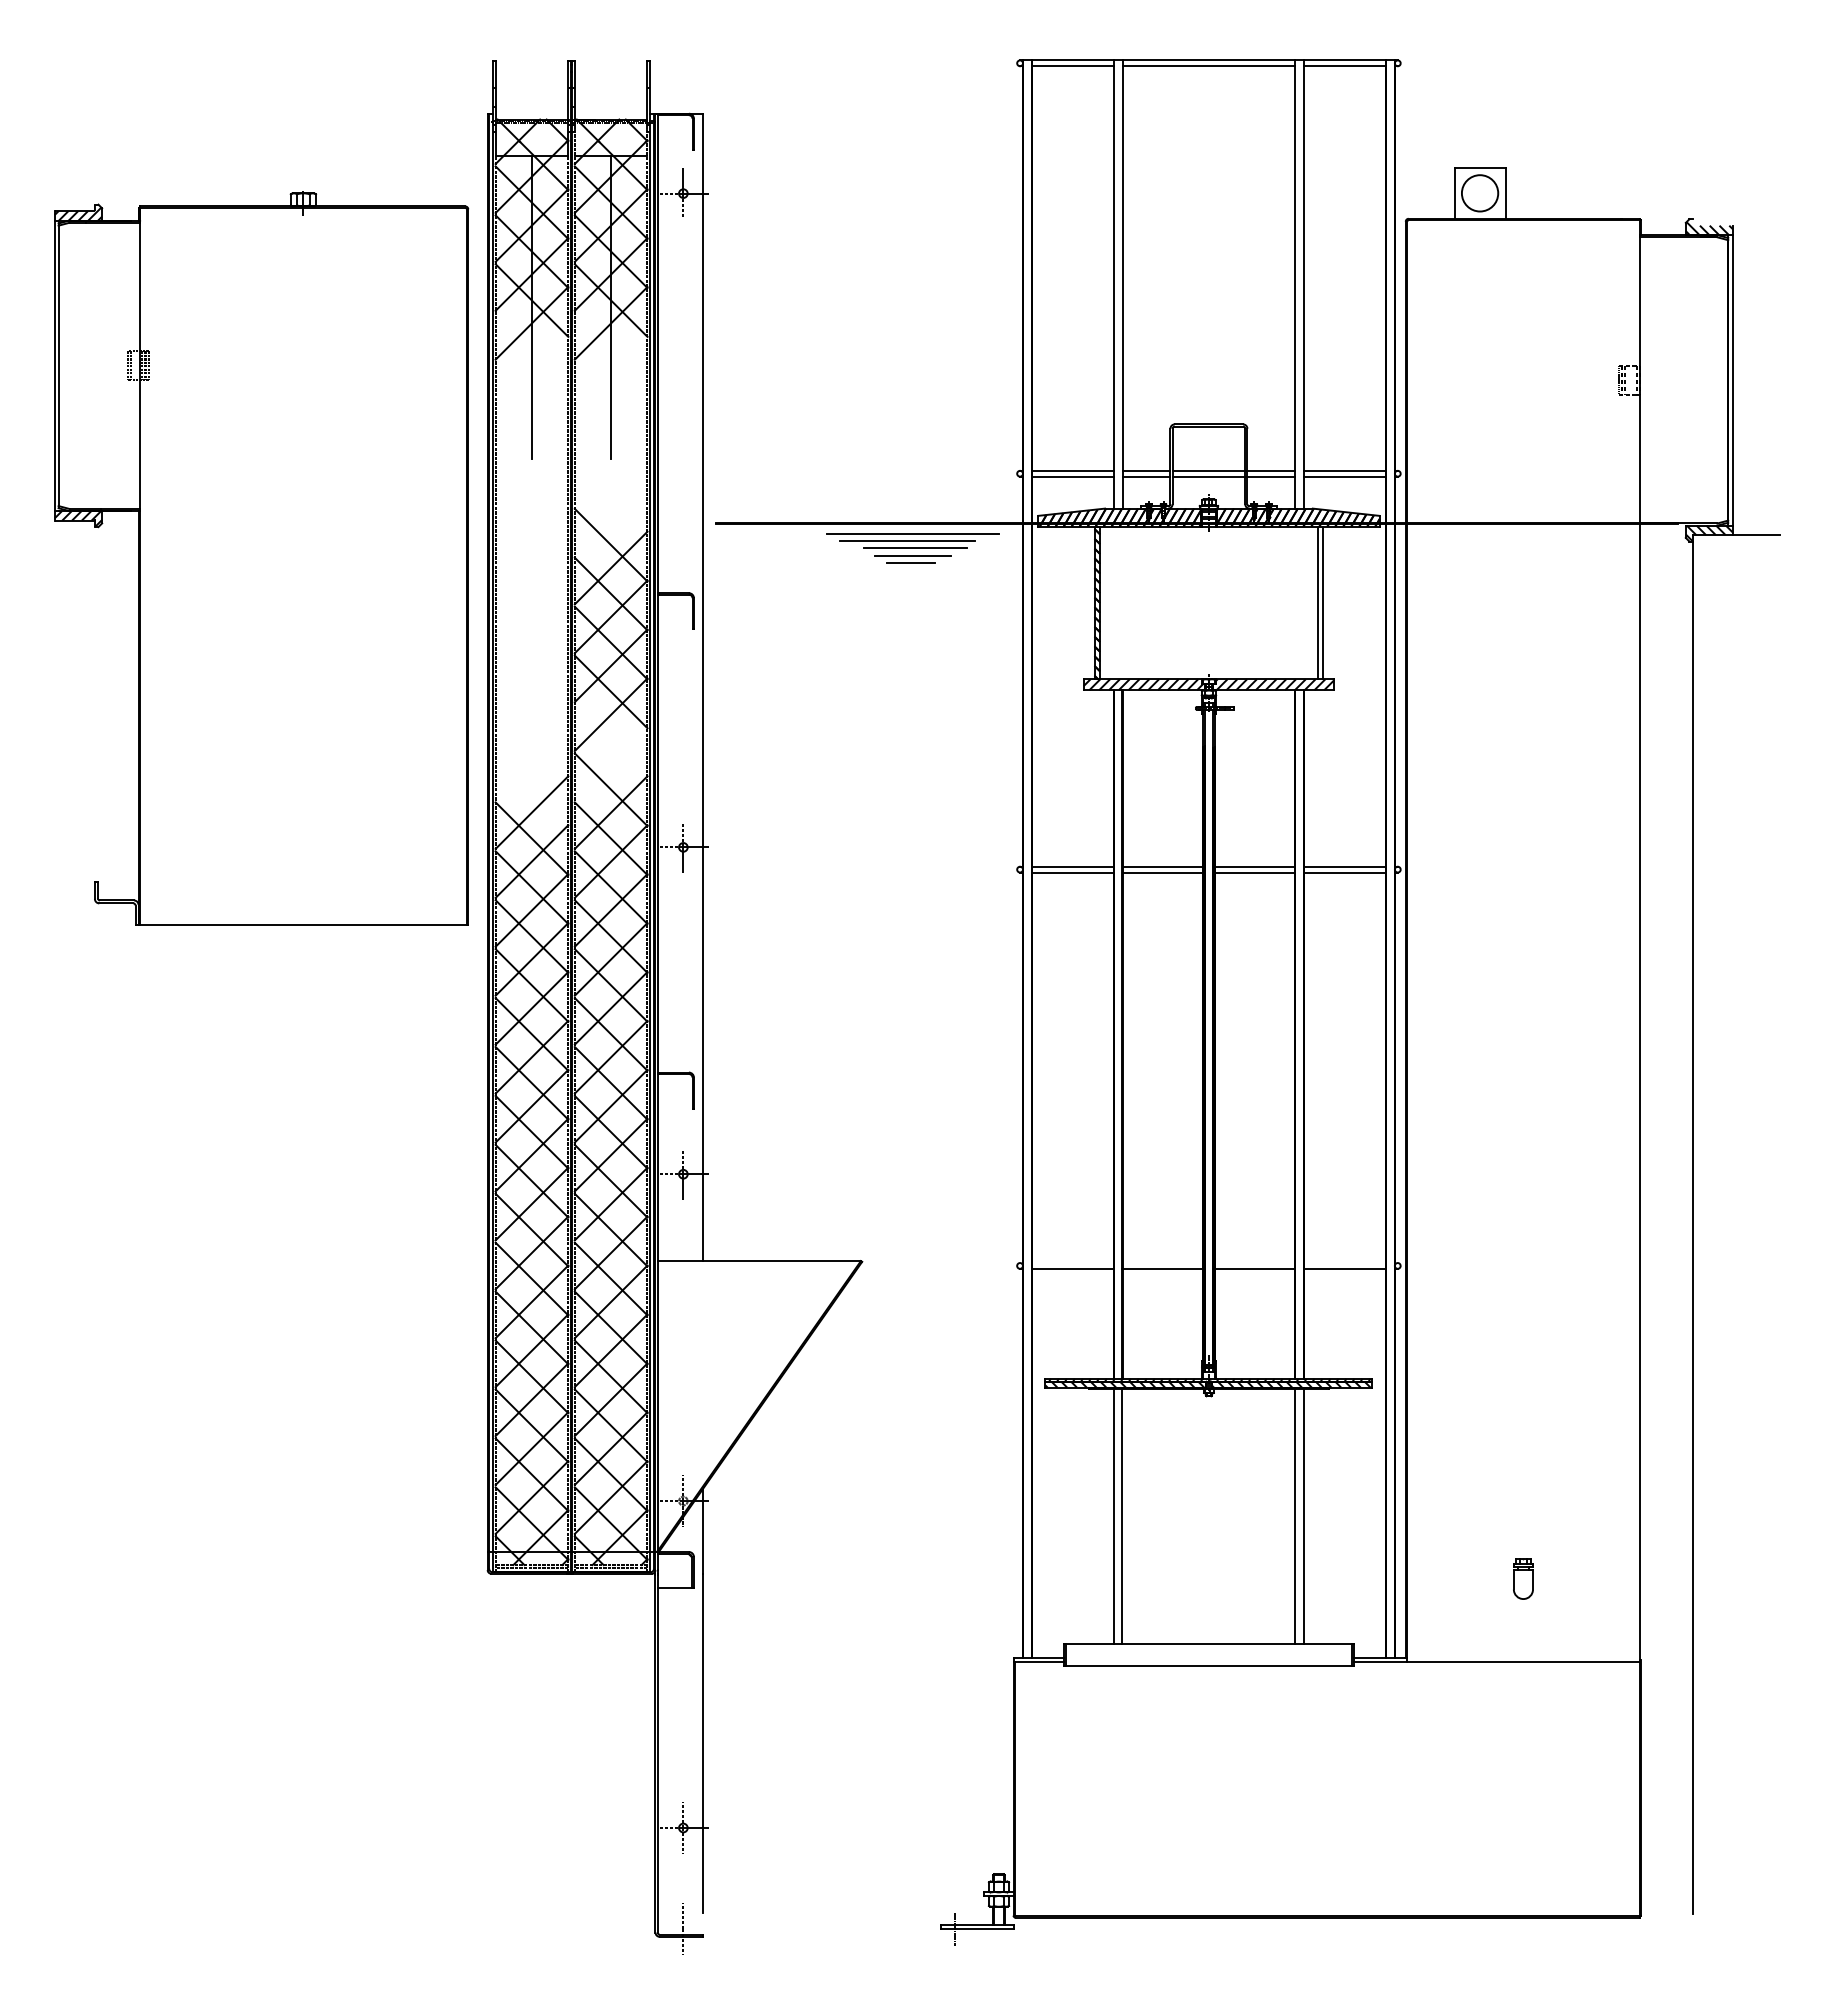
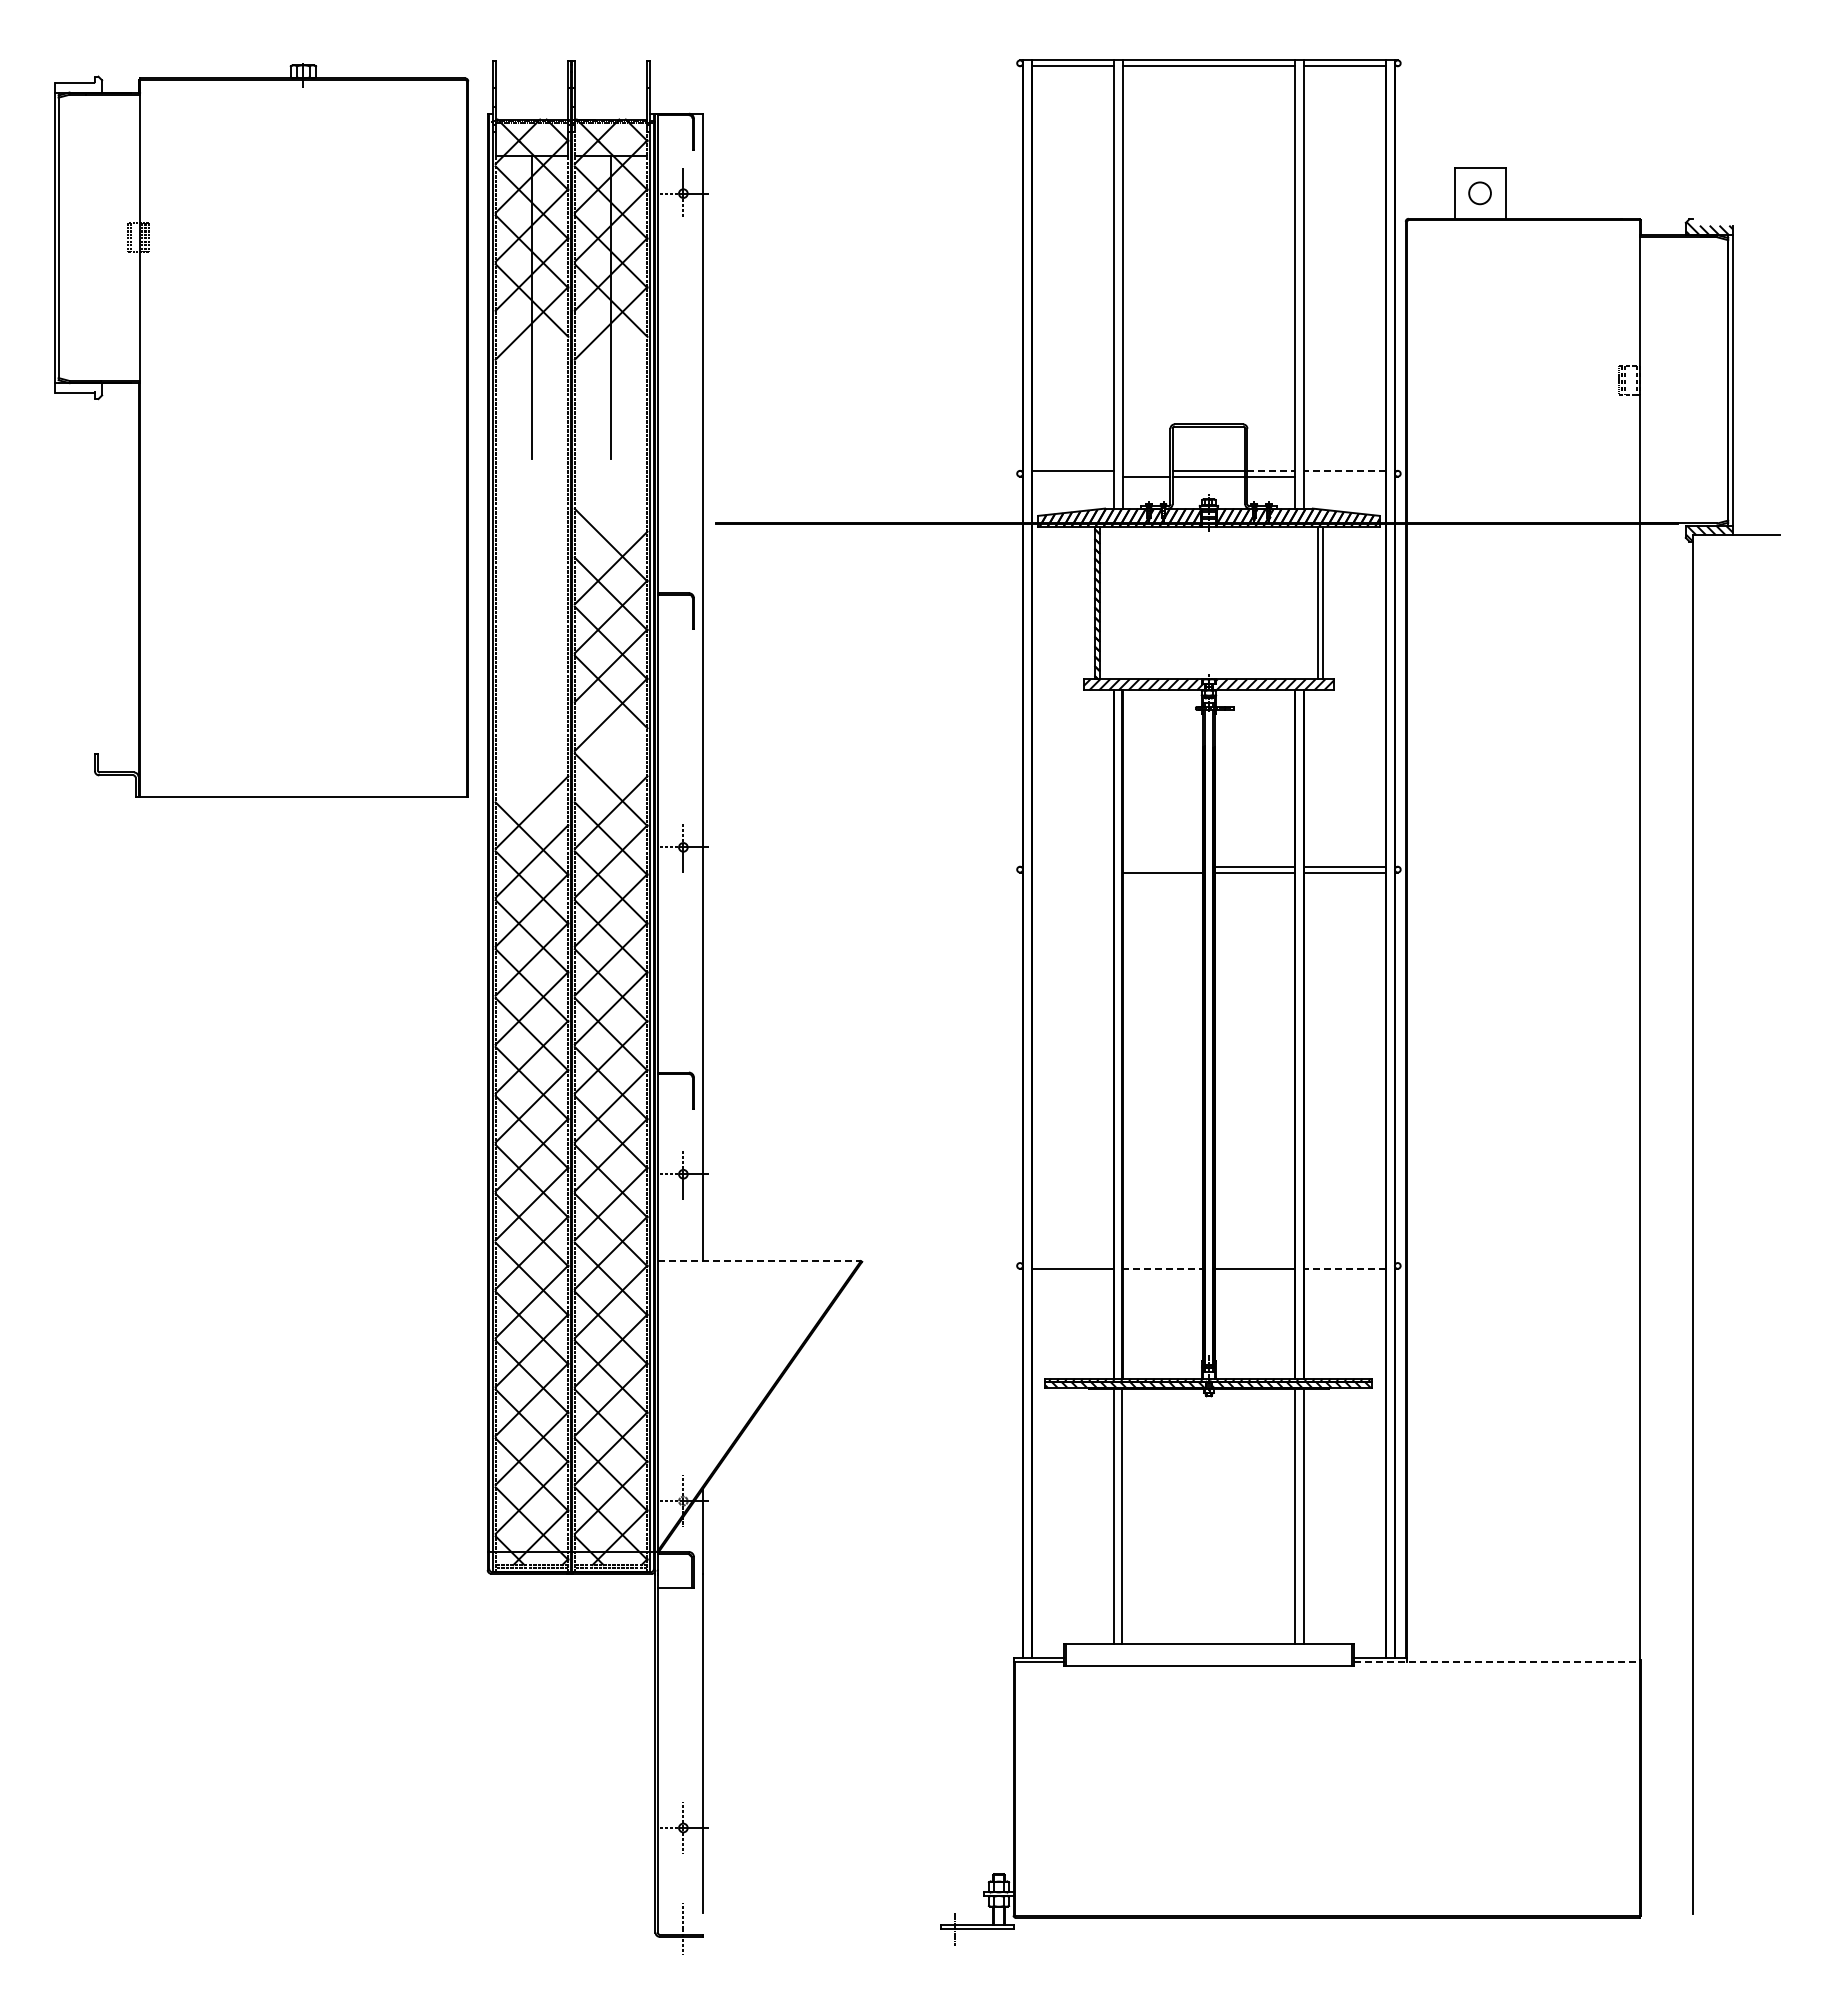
circle at (1479, 193) diameter: 36 px -> 22 px
line at (1146, 470): present -> none
line at (1271, 470): solid -> dashed
line at (1344, 470): solid -> dashed
line at (1072, 476): present -> none
line at (1345, 476): present -> none
part at (912, 548): present -> none
part at (261, 558) position: (261, 558) -> (261, 430)
line at (1072, 866): present -> none
line at (1162, 866): present -> none
line at (1072, 872): present -> none
line at (759, 1261): solid -> dashed
line at (1163, 1268): solid -> dashed
line at (1344, 1268): solid -> dashed
part at (1523, 1578): present -> none
line at (1496, 1662): solid -> dashed
